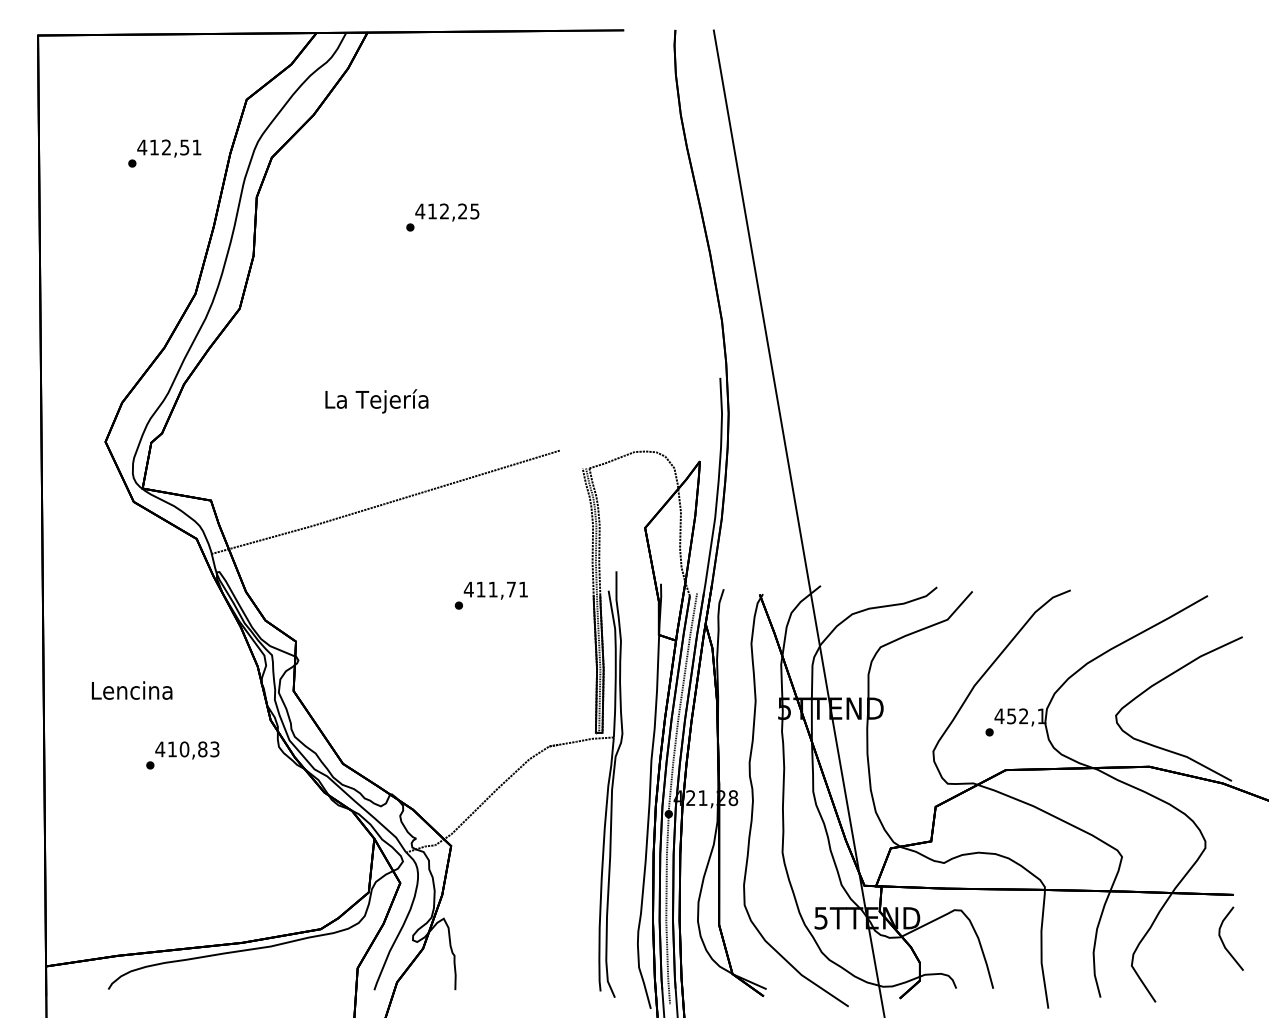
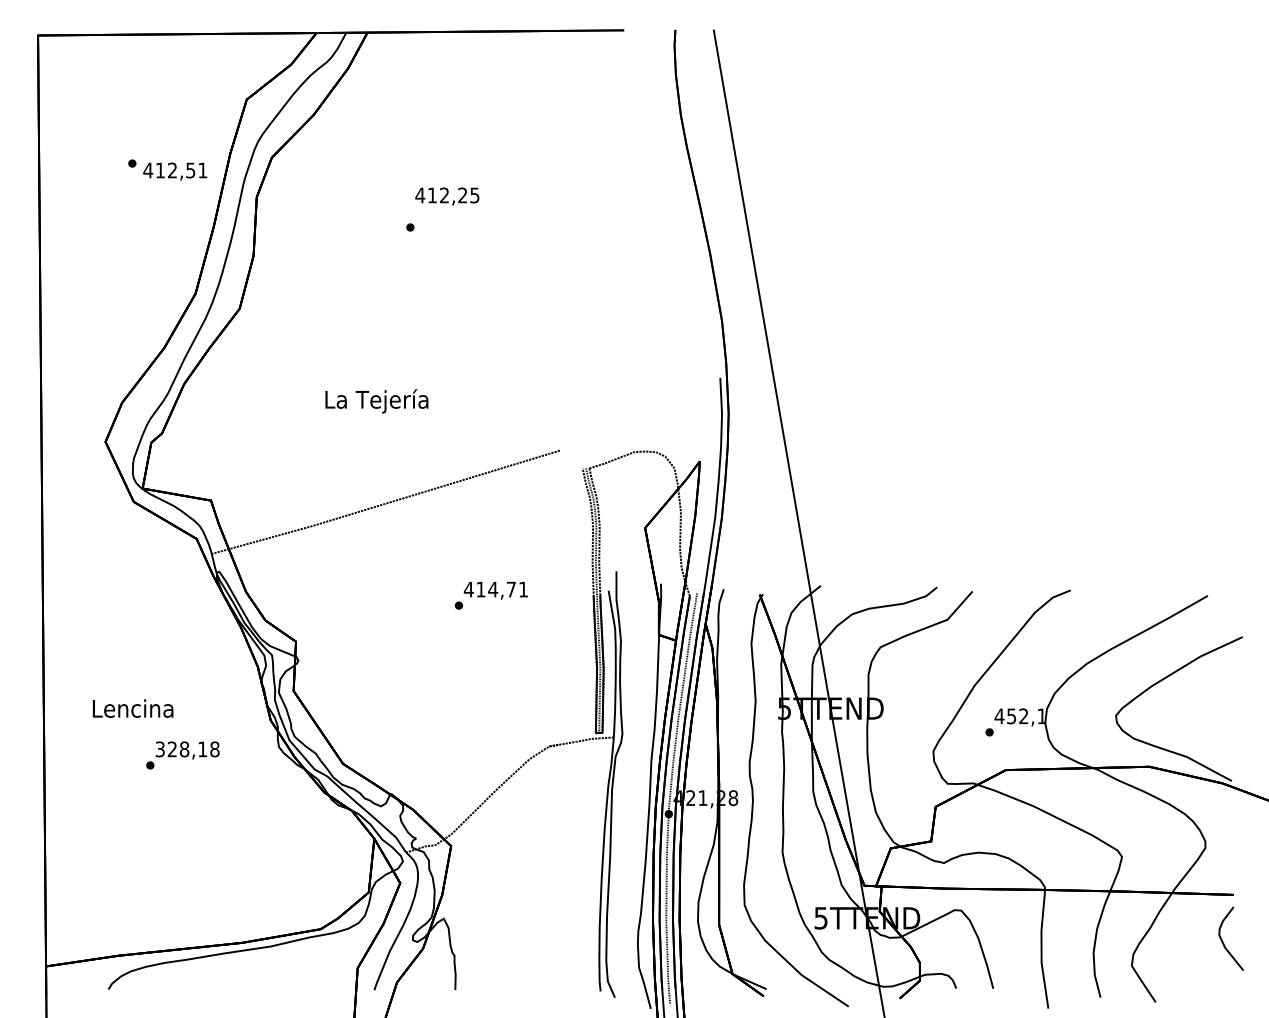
text at (169, 148) position: (169, 148) -> (175, 171)
text at (447, 212) position: (447, 212) -> (447, 196)
text at (493, 589): 411,71 -> 414,71
text at (131, 690) position: (131, 690) -> (132, 708)
text at (187, 749): 410,83 -> 328,18
